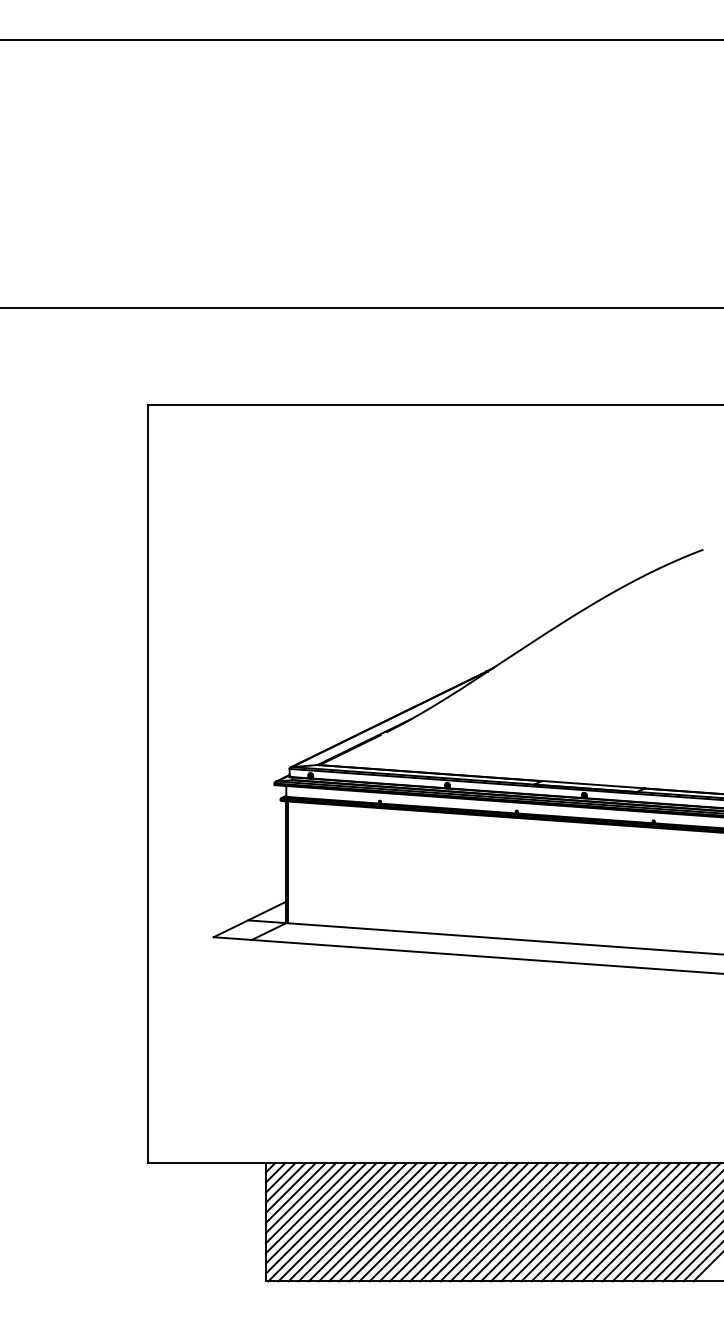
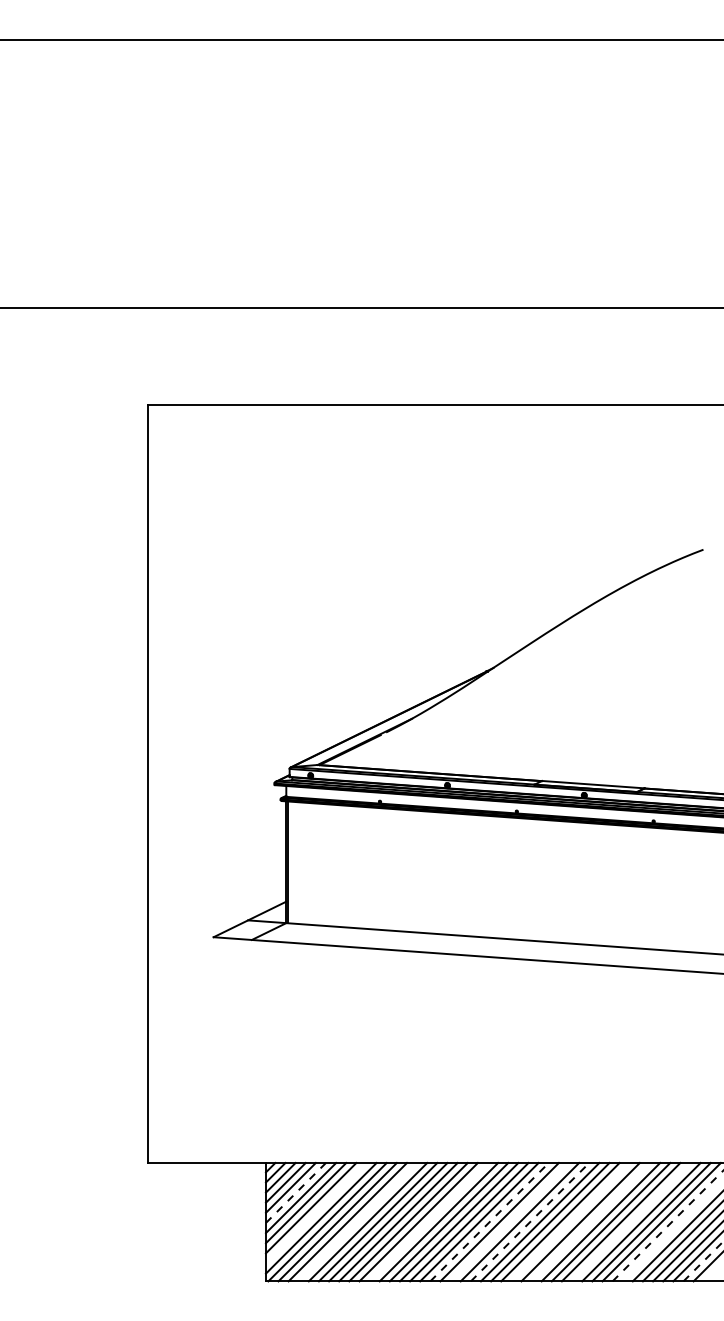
line at (296, 1192): solid -> dashed
line at (315, 1212): present -> none
line at (357, 1221): present -> none
line at (428, 1221): present -> none
line at (509, 1221): present -> none
line at (570, 1221): present -> none
line at (590, 1221): present -> none
line at (631, 1221): present -> none
line at (489, 1222): solid -> dashed
line at (530, 1222): solid -> dashed
line at (668, 1225): solid -> dashed
line at (671, 1232): present -> none
line at (703, 1260): solid -> dashed
